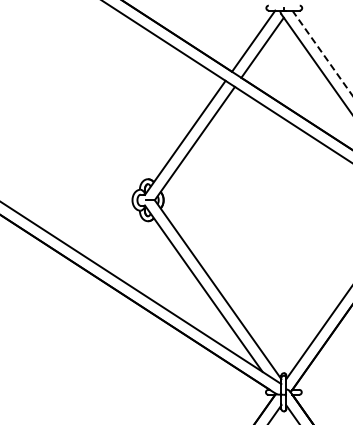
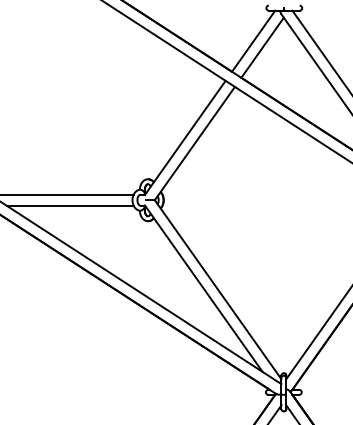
line at (322, 53): dashed -> solid
line at (67, 194): none -> present
line at (69, 205): none -> present
